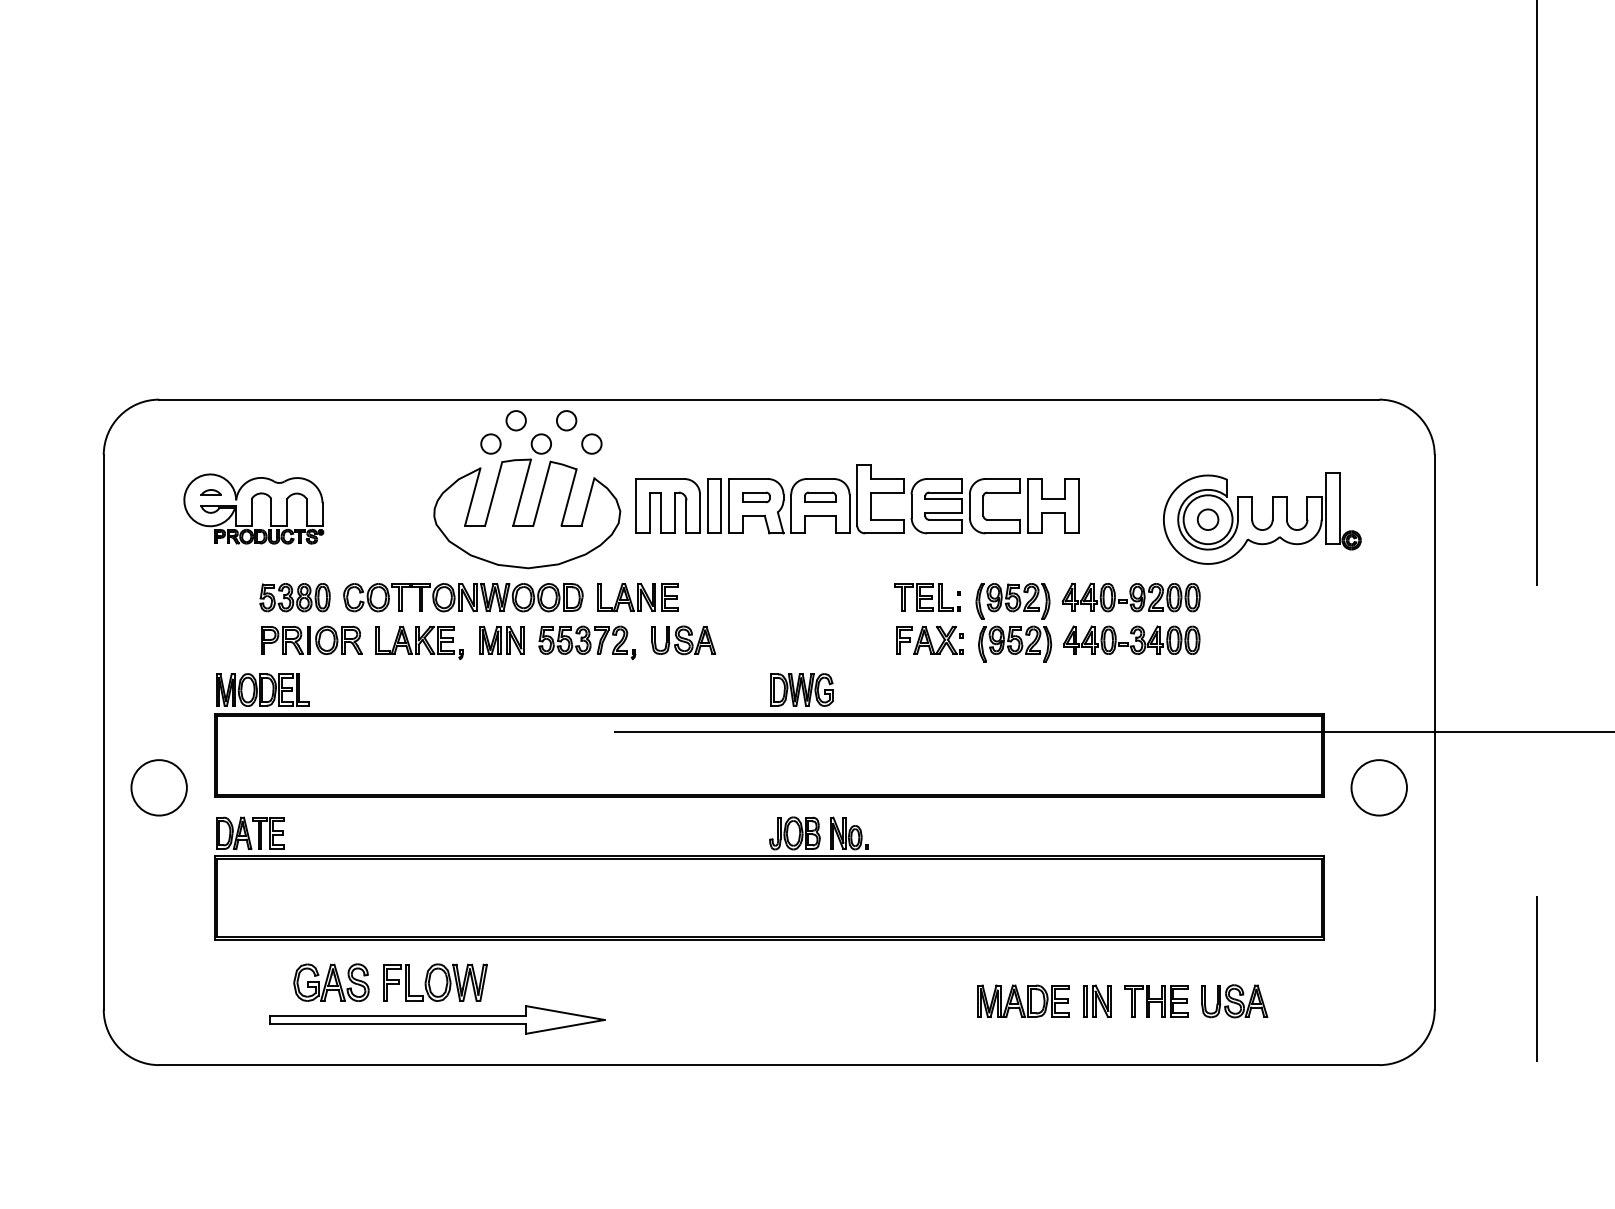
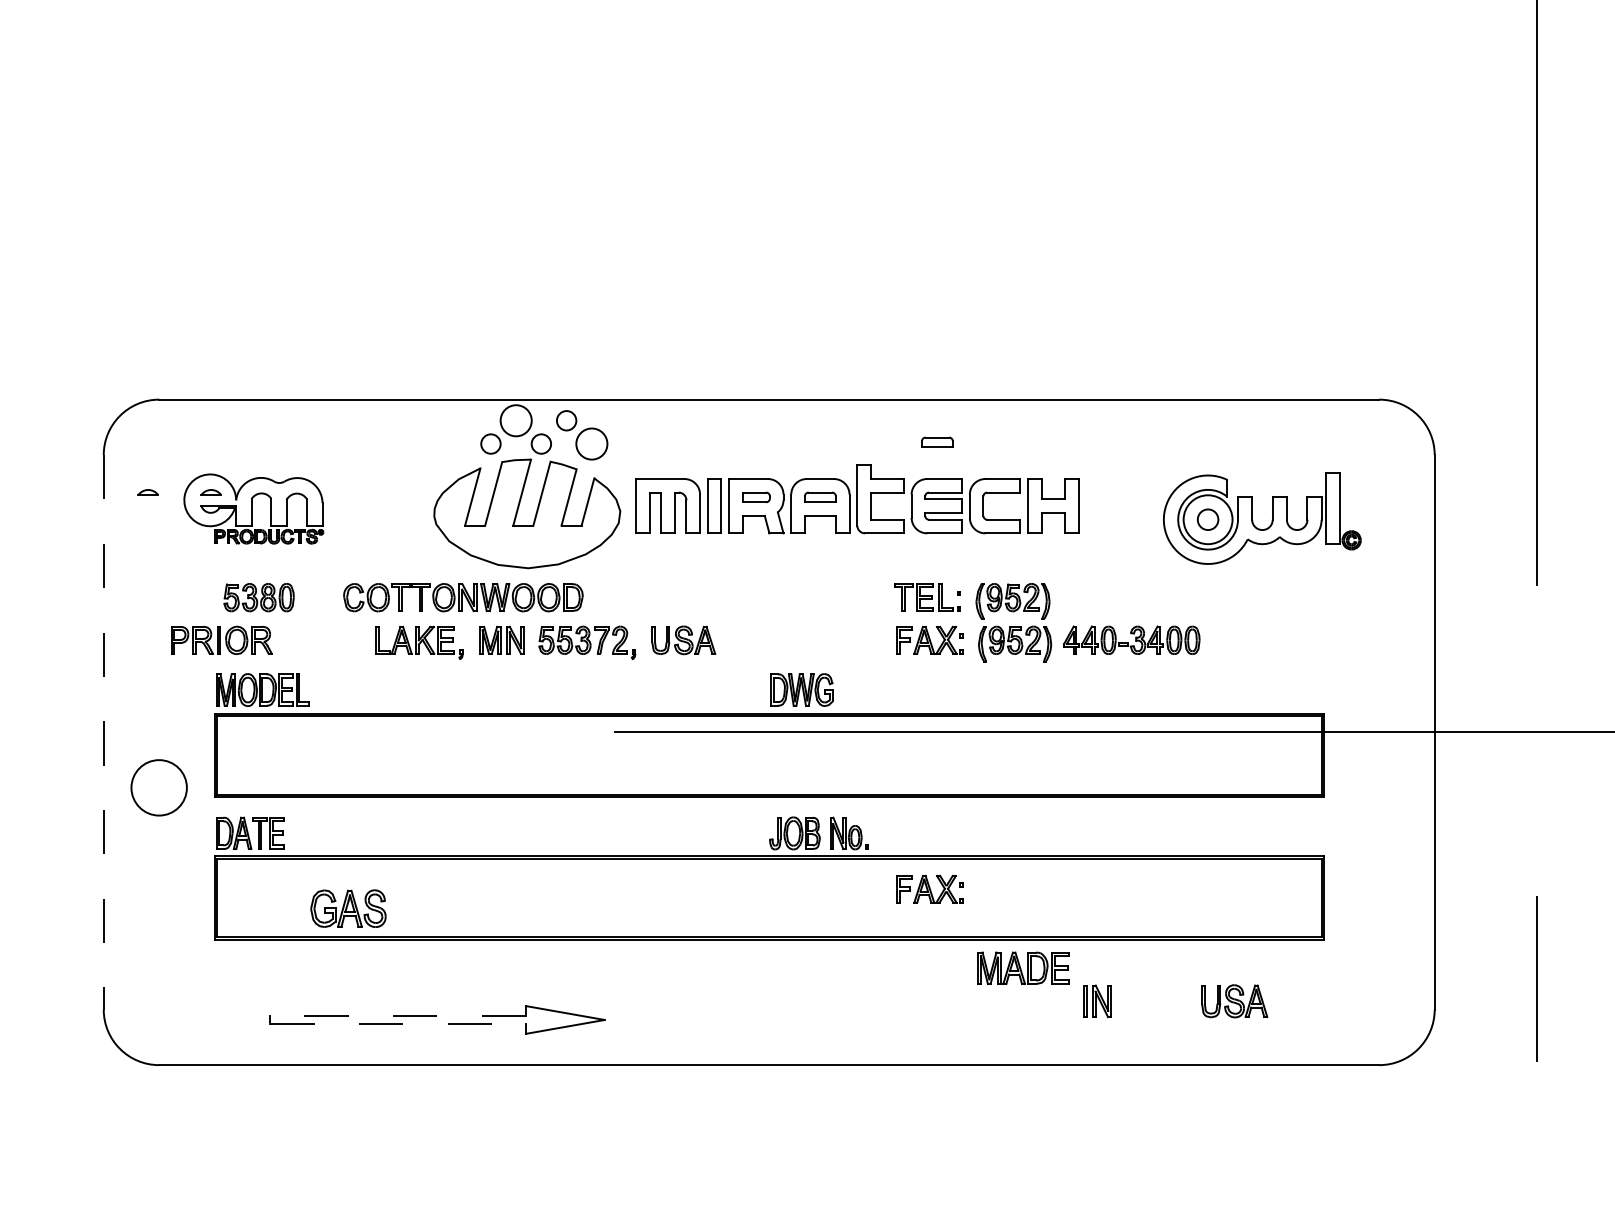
circle at (515, 420) diameter: 19 px -> 31 px
part at (937, 441): none -> present
circle at (591, 443) diameter: 19 px -> 31 px
part at (147, 492): none -> present
part at (294, 597) position: (294, 597) -> (258, 597)
part at (637, 597): present -> none
part at (1130, 597): present -> none
part at (311, 639) position: (311, 639) -> (221, 639)
line at (103, 732): solid -> dashed
circle at (1378, 787): present -> none
part at (929, 888): none -> present
part at (331, 982) position: (331, 982) -> (348, 908)
part at (435, 982): present -> none
part at (1023, 1000) position: (1023, 1000) -> (1023, 967)
part at (1156, 1001): present -> none
line at (398, 1015): solid -> dashed
line at (398, 1024): solid -> dashed
